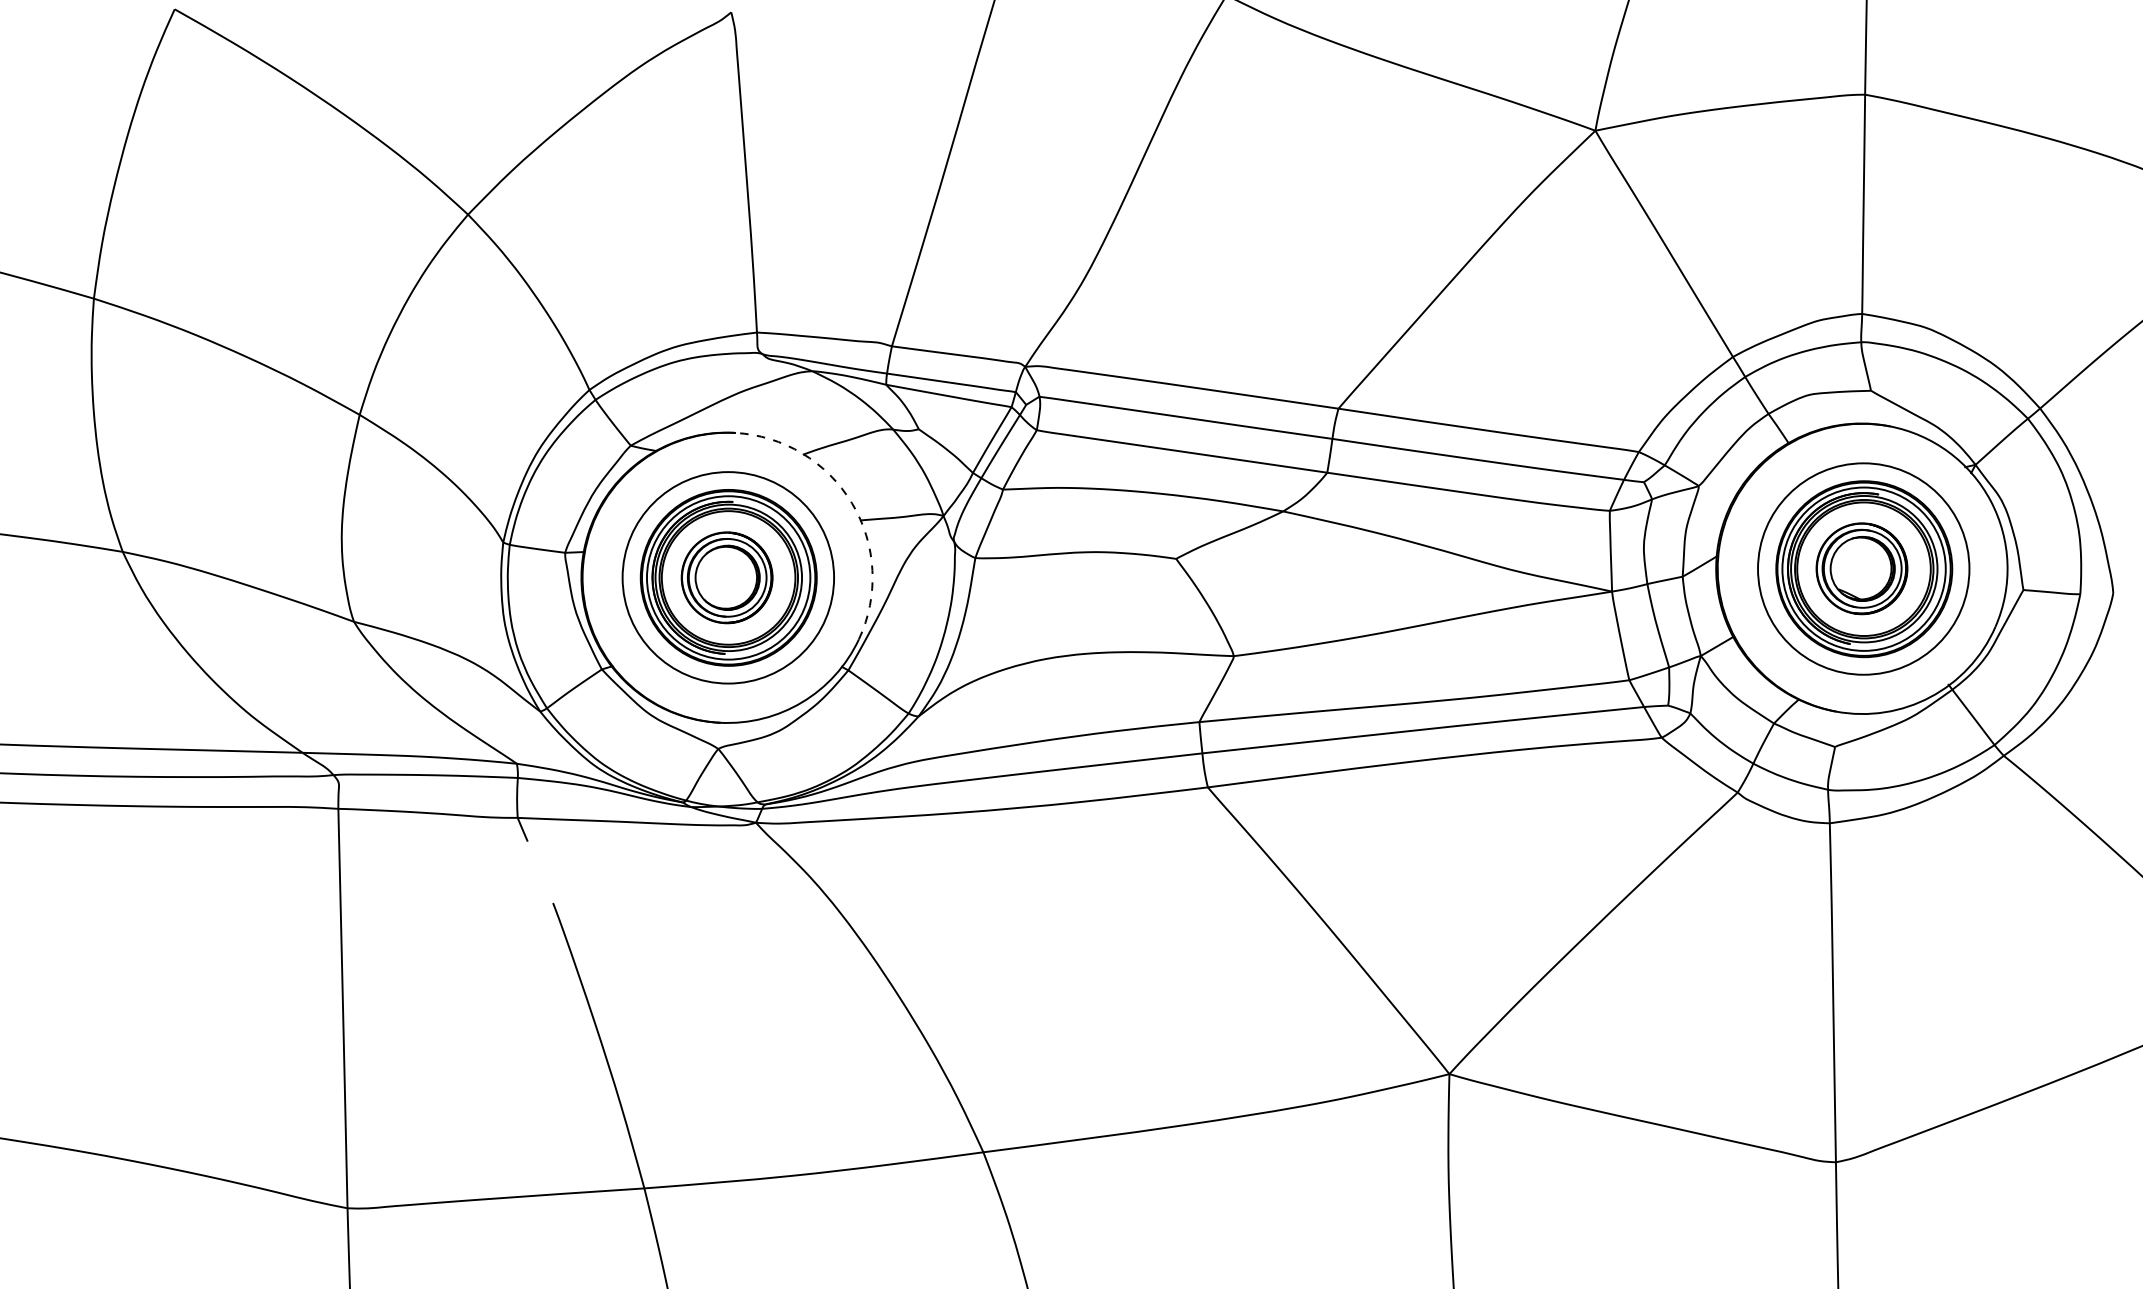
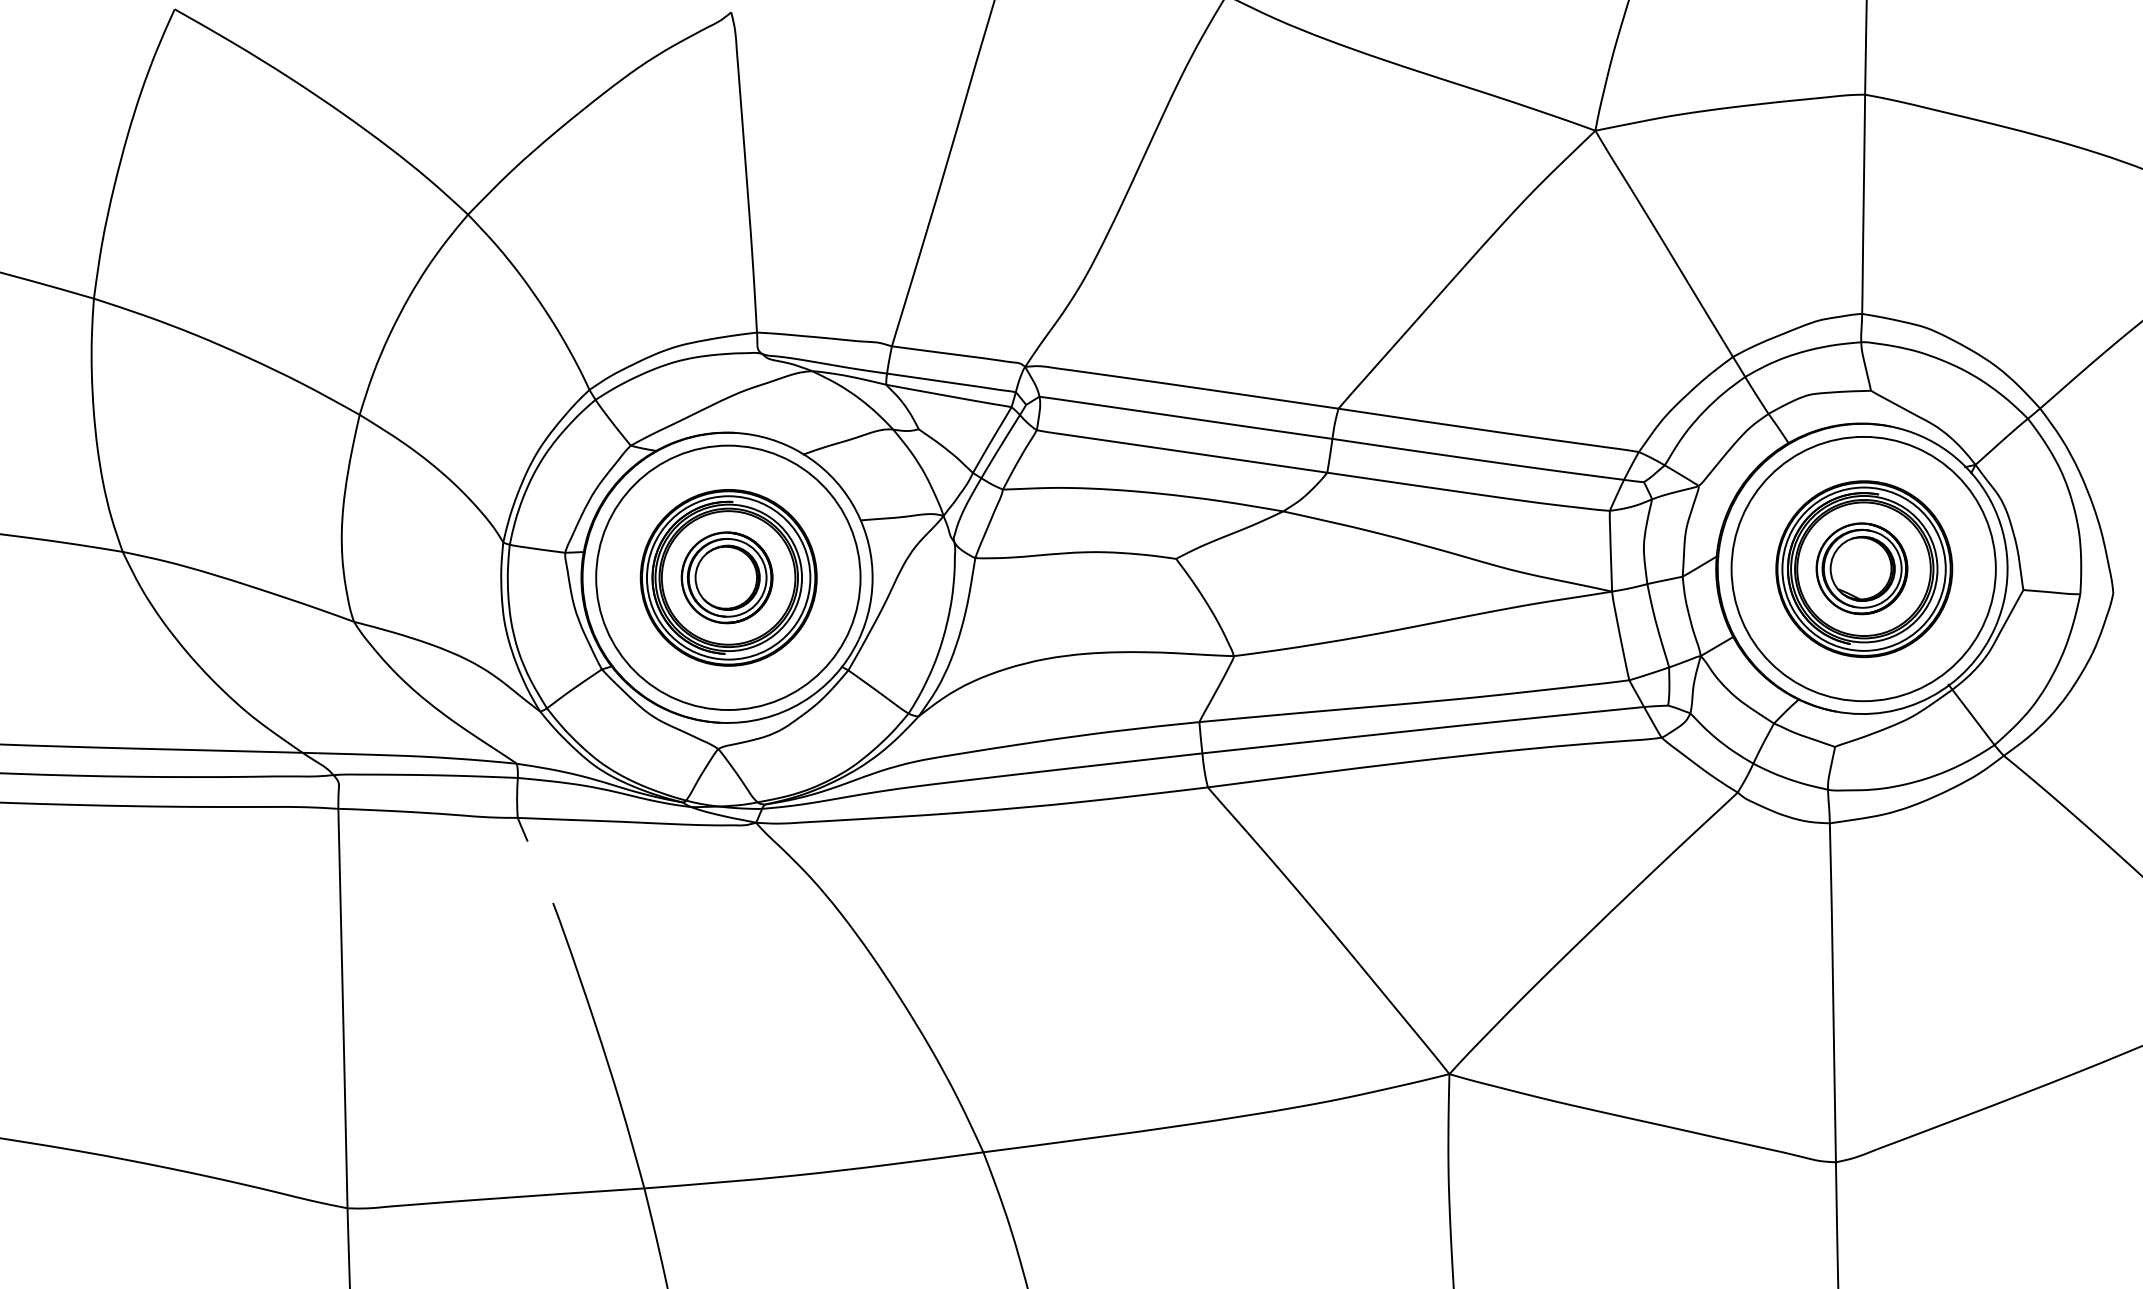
arc at (851, 503): dashed -> solid
circle at (1863, 568) diameter: 211 px -> 264 px
circle at (728, 577) diameter: 211 px -> 264 px
